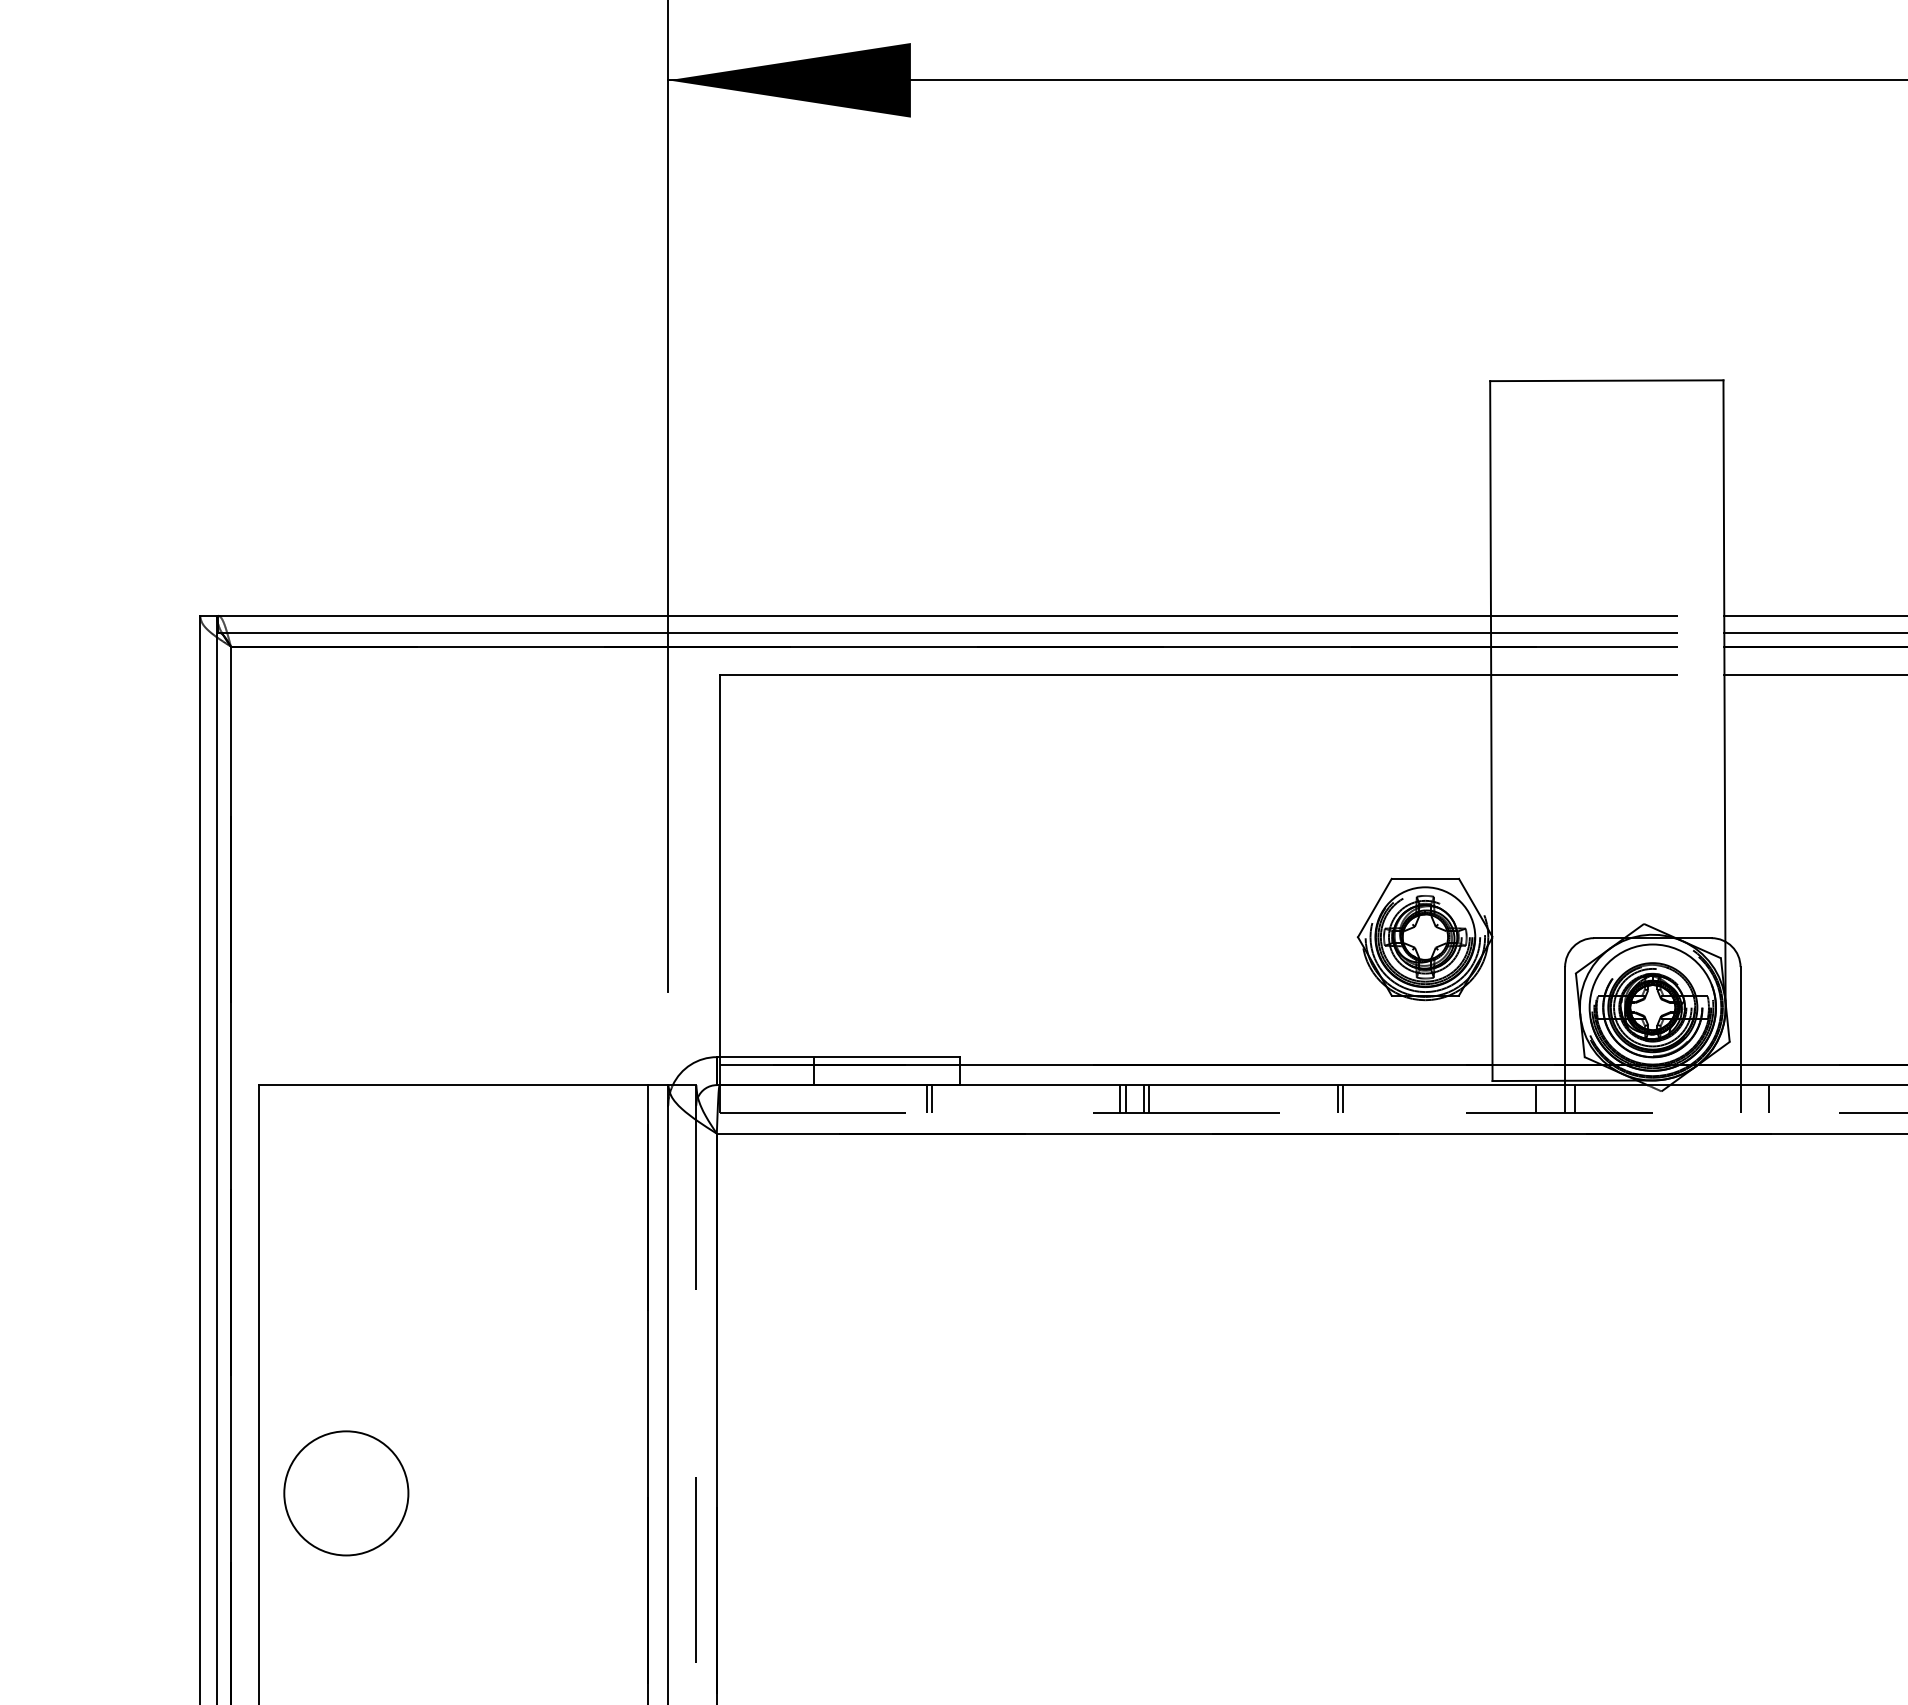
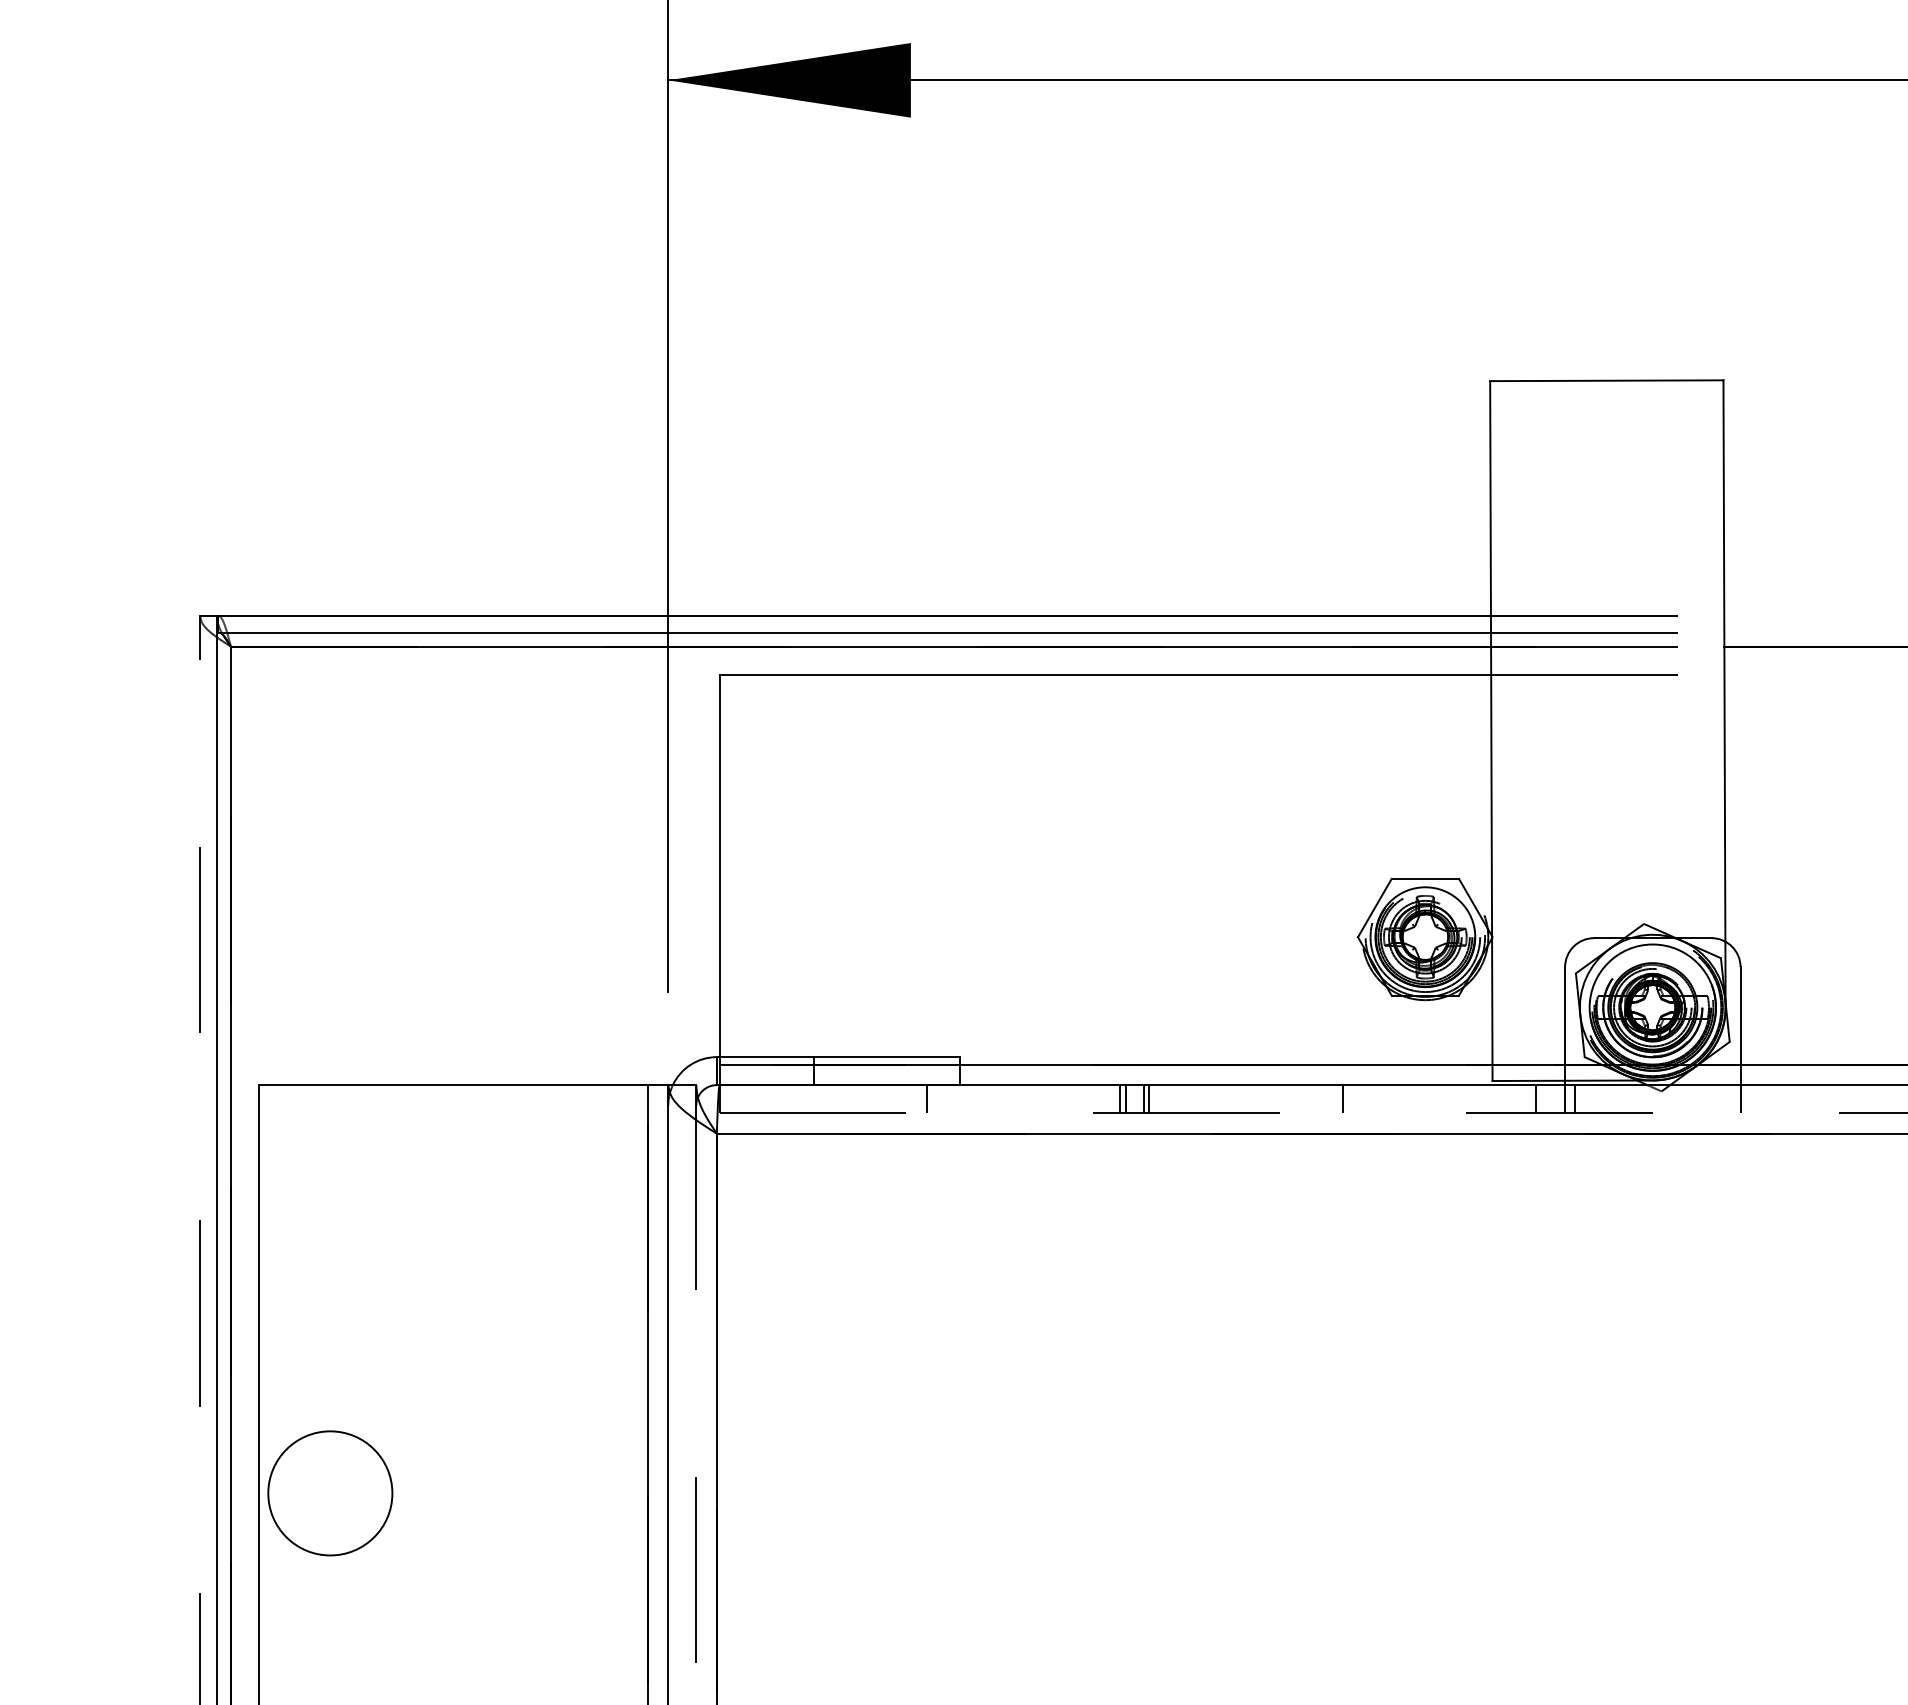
line at (1814, 615): present -> none
line at (1814, 632): present -> none
line at (1814, 674): present -> none
line at (931, 1099): present -> none
line at (1337, 1099): present -> none
line at (1769, 1099): present -> none
line at (200, 1159): solid -> dashed
circle at (346, 1493) position: (346, 1493) -> (330, 1493)
